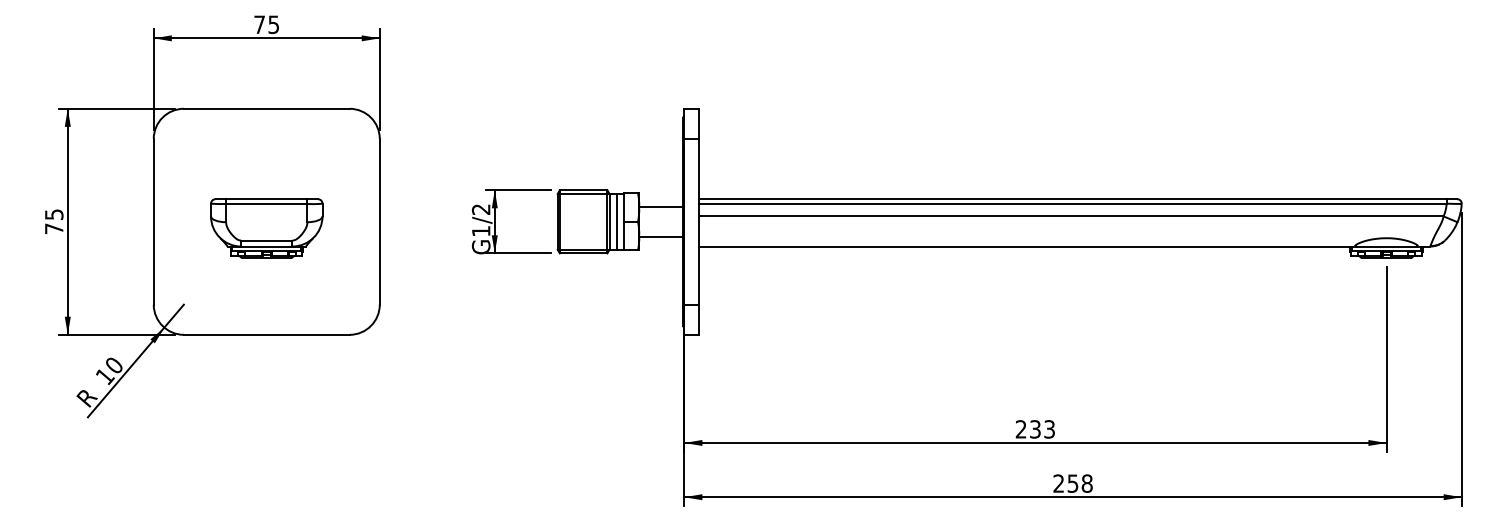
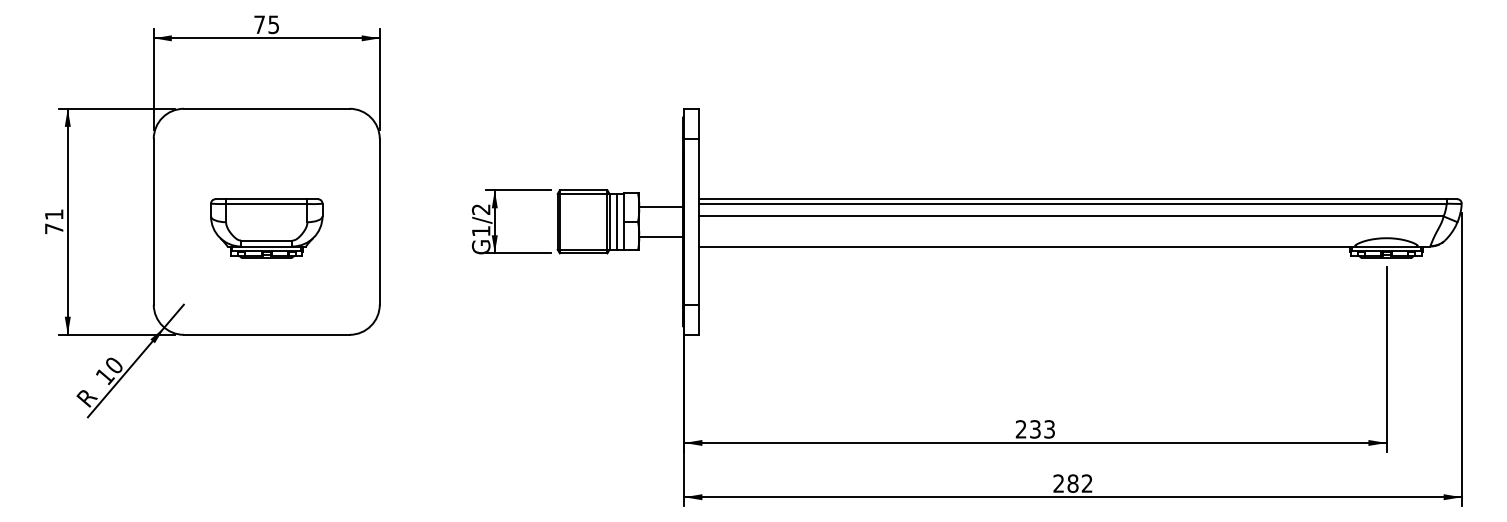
text at (54, 214): 75 -> 71
text at (1079, 483): 258 -> 282
